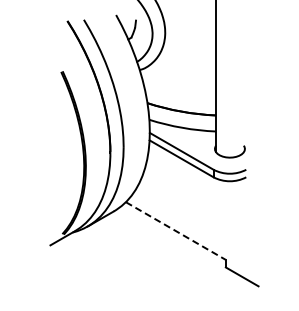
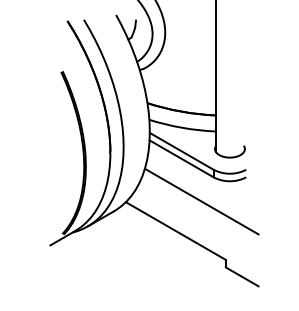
line at (201, 201): none -> present
line at (175, 231): dashed -> solid
